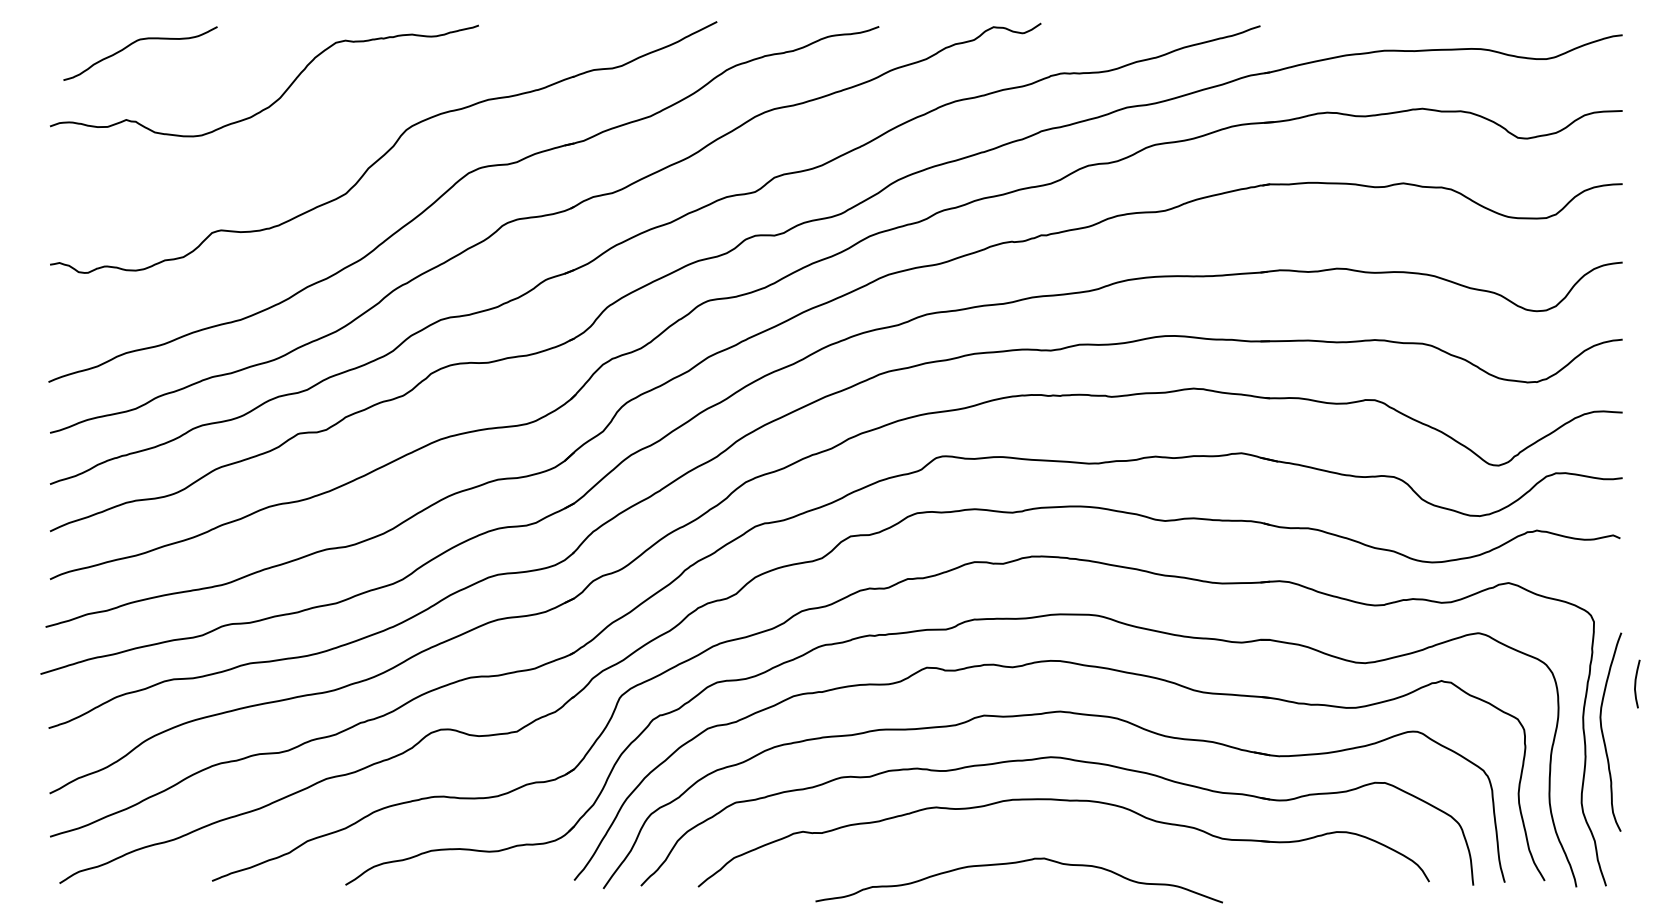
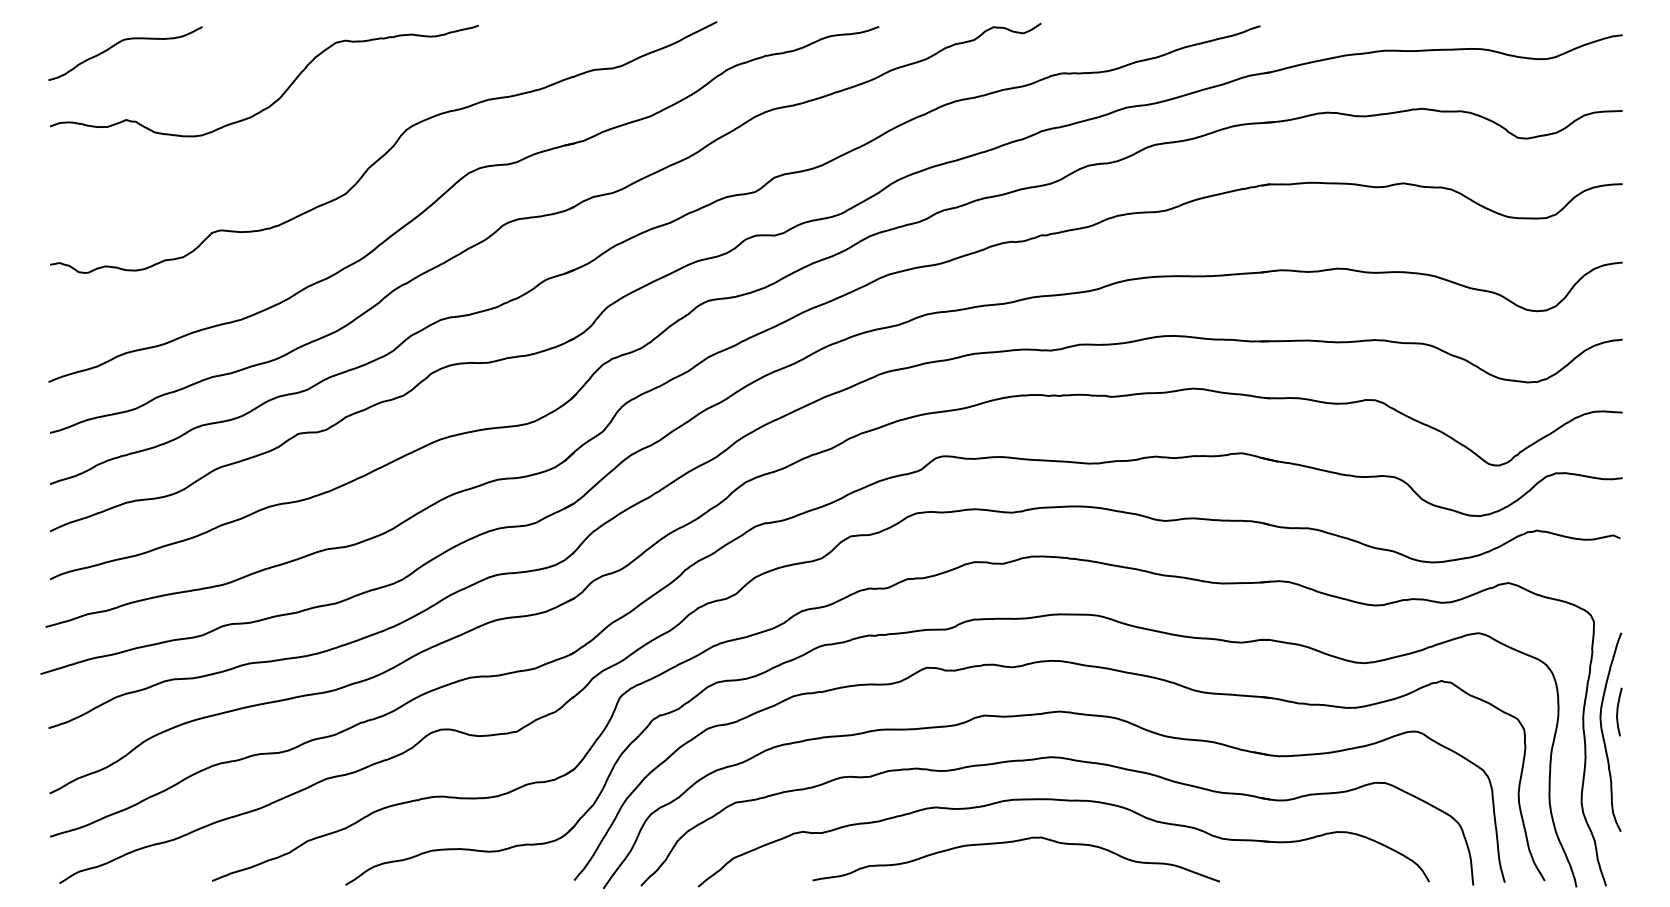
curve at (134, 43) position: (134, 43) -> (119, 43)
curve at (1636, 683) position: (1636, 683) -> (1618, 711)
curve at (1017, 863) position: (1017, 863) -> (1014, 842)
